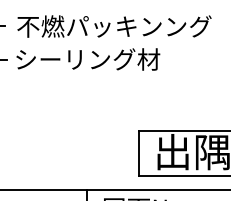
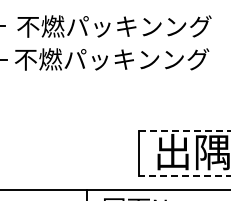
text at (112, 59): シーリング材 -> 不燃パッキンング
line at (185, 131): solid -> dashed
line at (184, 175): solid -> dashed
